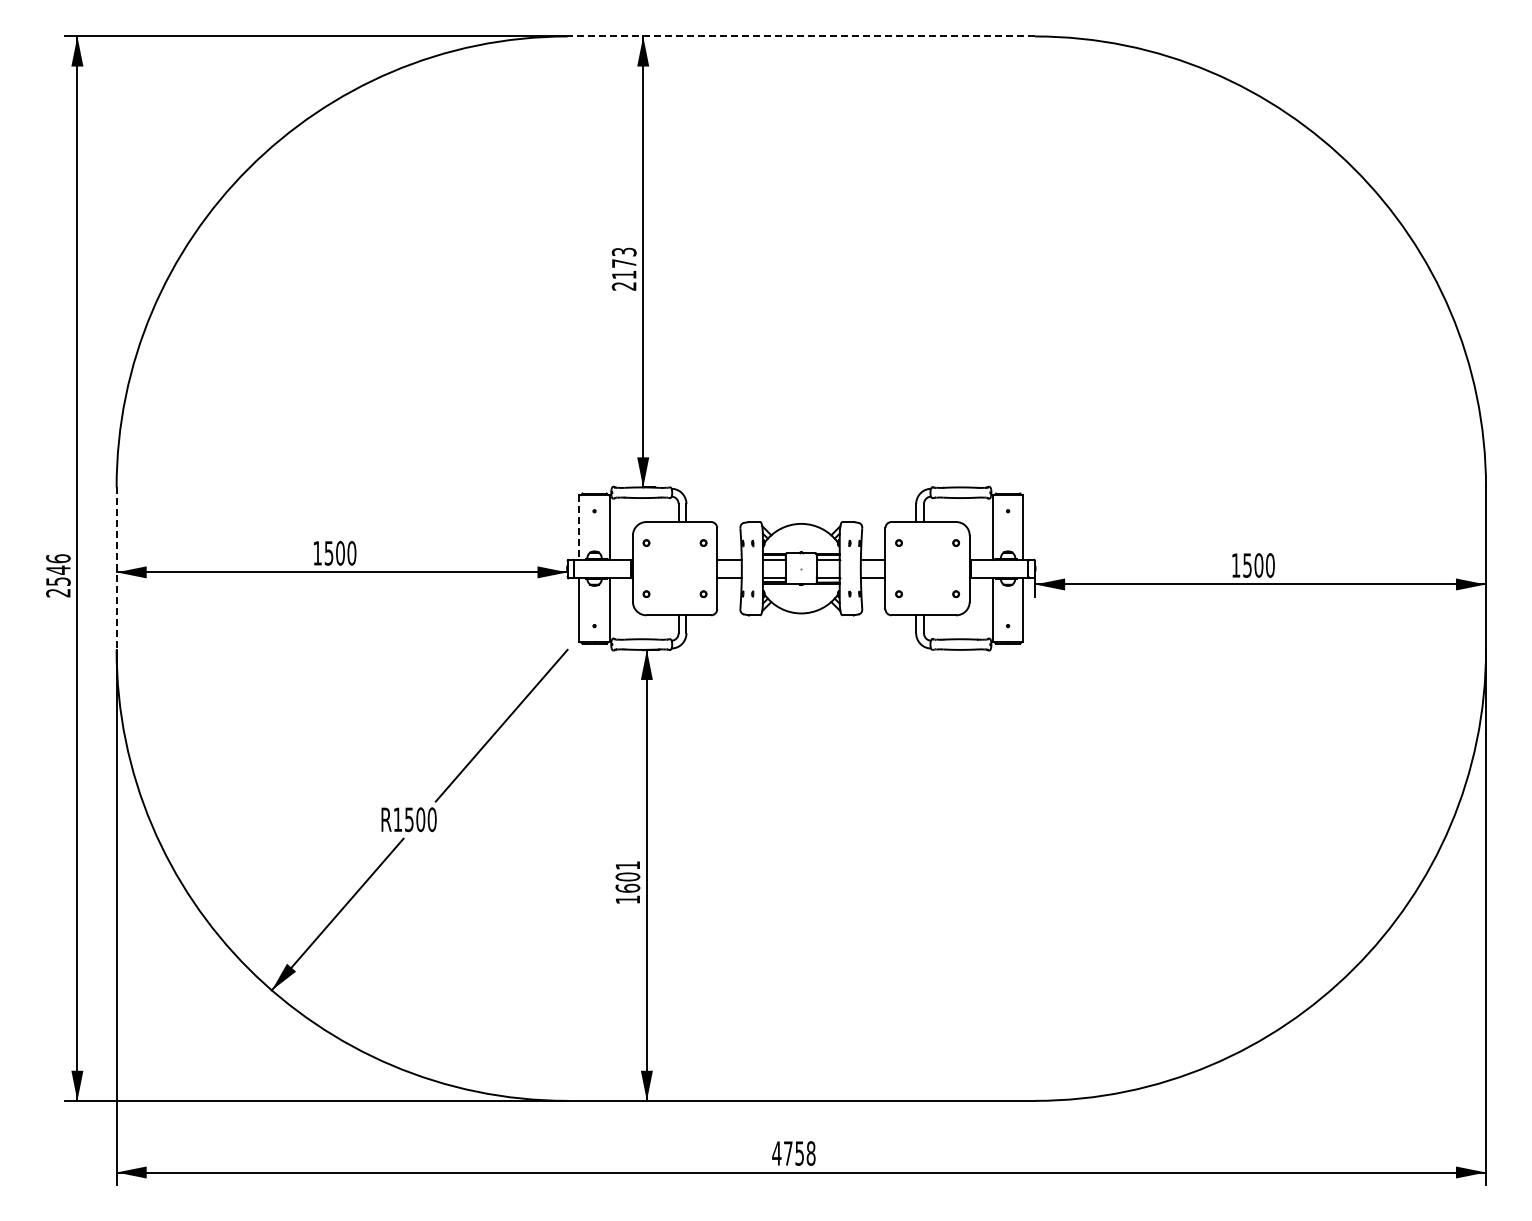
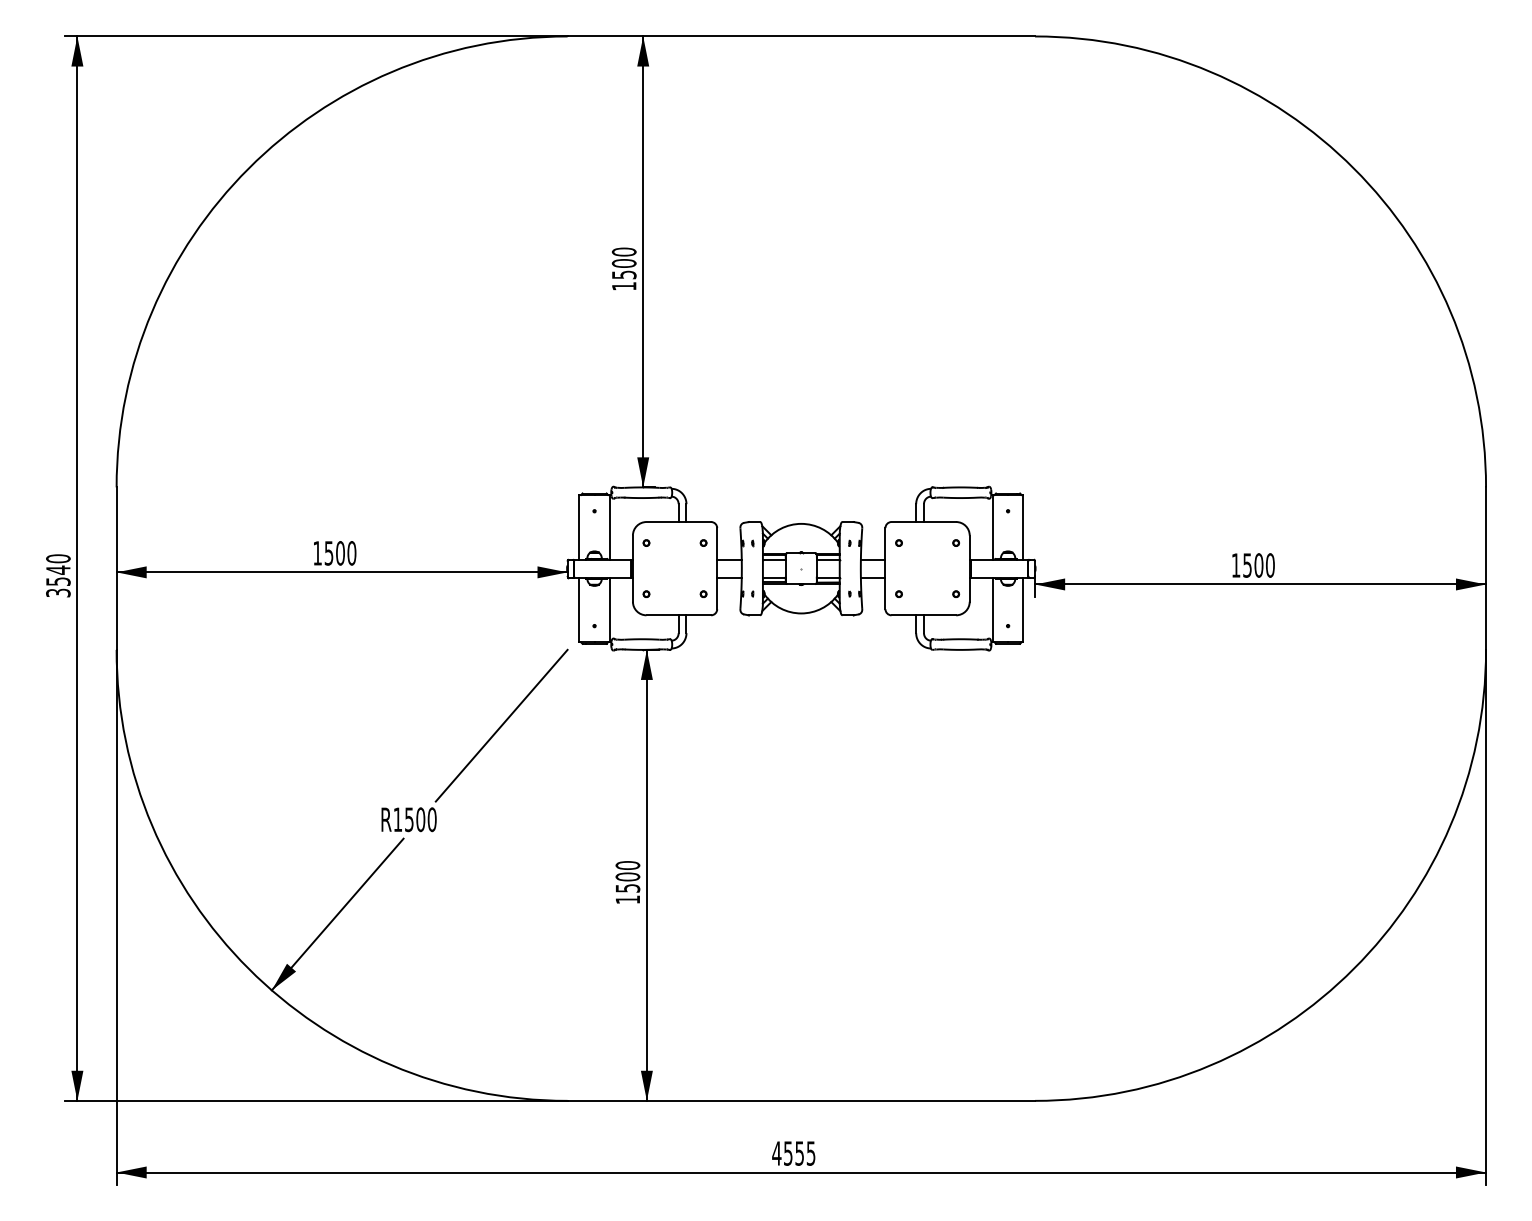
line at (801, 36): dashed -> solid
text at (623, 268): 2173 -> 1500
line at (579, 527): dashed -> solid
line at (116, 569): dashed -> solid
text at (58, 575): 2546 -> 3540
text at (627, 876): 1601 -> 1500
text at (799, 1153): 4758 -> 4555
